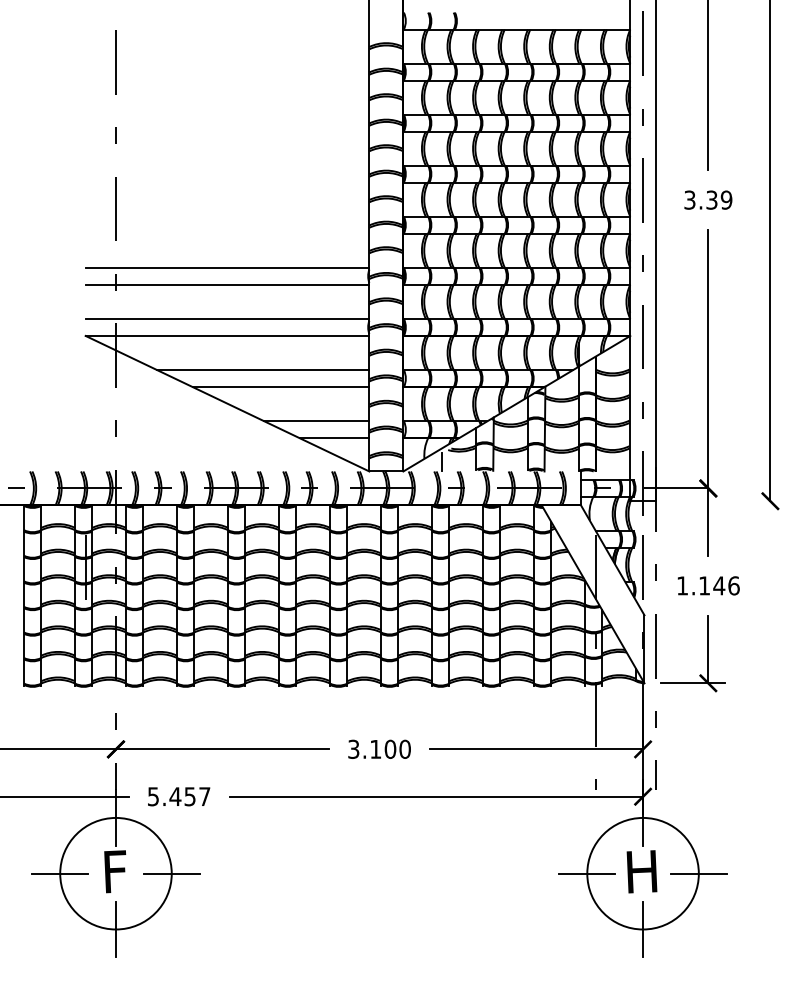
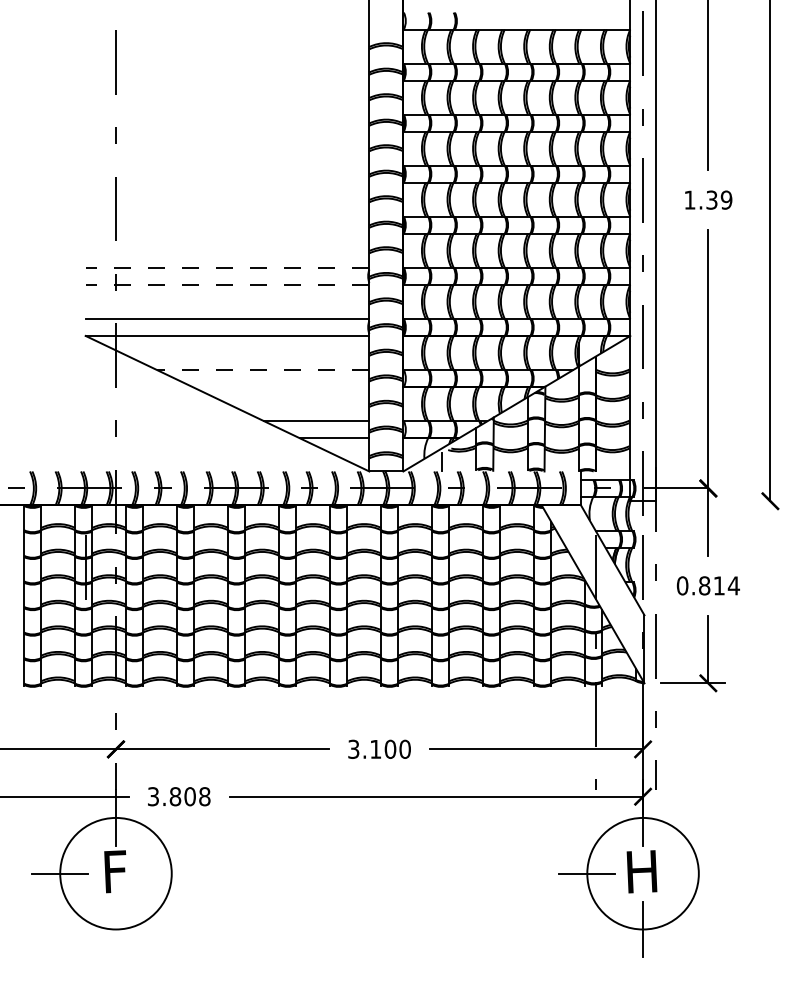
text at (689, 199): 3.39 -> 1.39
line at (227, 267): solid -> dashed
line at (227, 284): solid -> dashed
line at (262, 370): solid -> dashed
line at (280, 387): present -> none
text at (708, 585): 1.146 -> 0.814
text at (179, 796): 5.457 -> 3.808
line at (171, 873): present -> none
line at (698, 873): present -> none
line at (116, 929): present -> none
